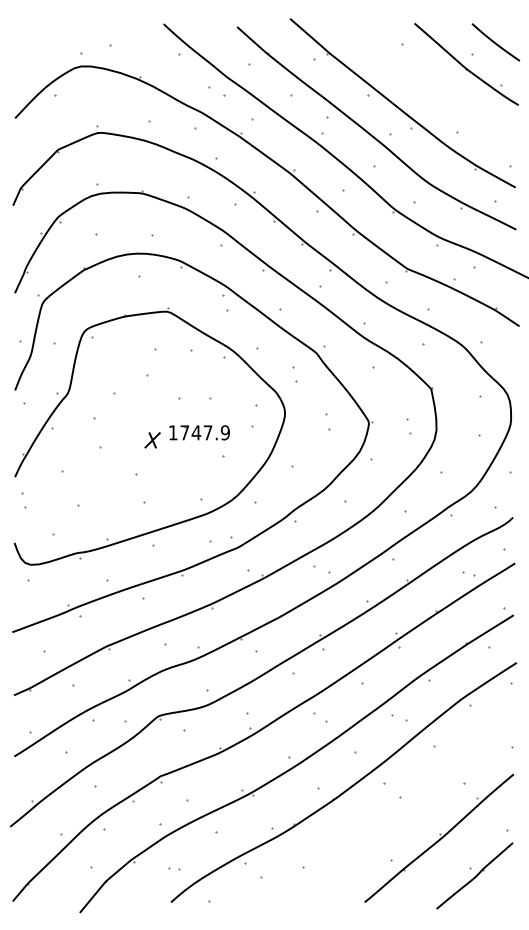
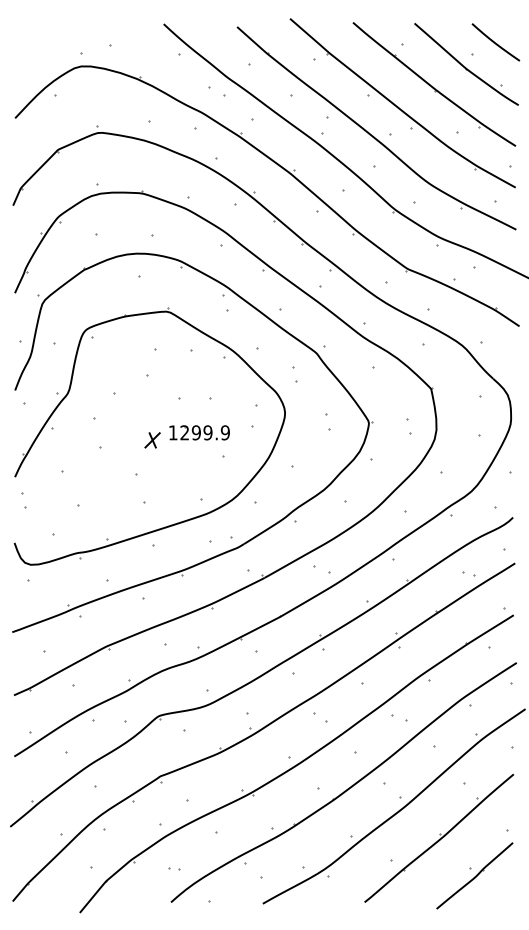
part at (434, 84): none -> present
text at (196, 432): 1747.9 -> 1299.9
part at (395, 812): none -> present
